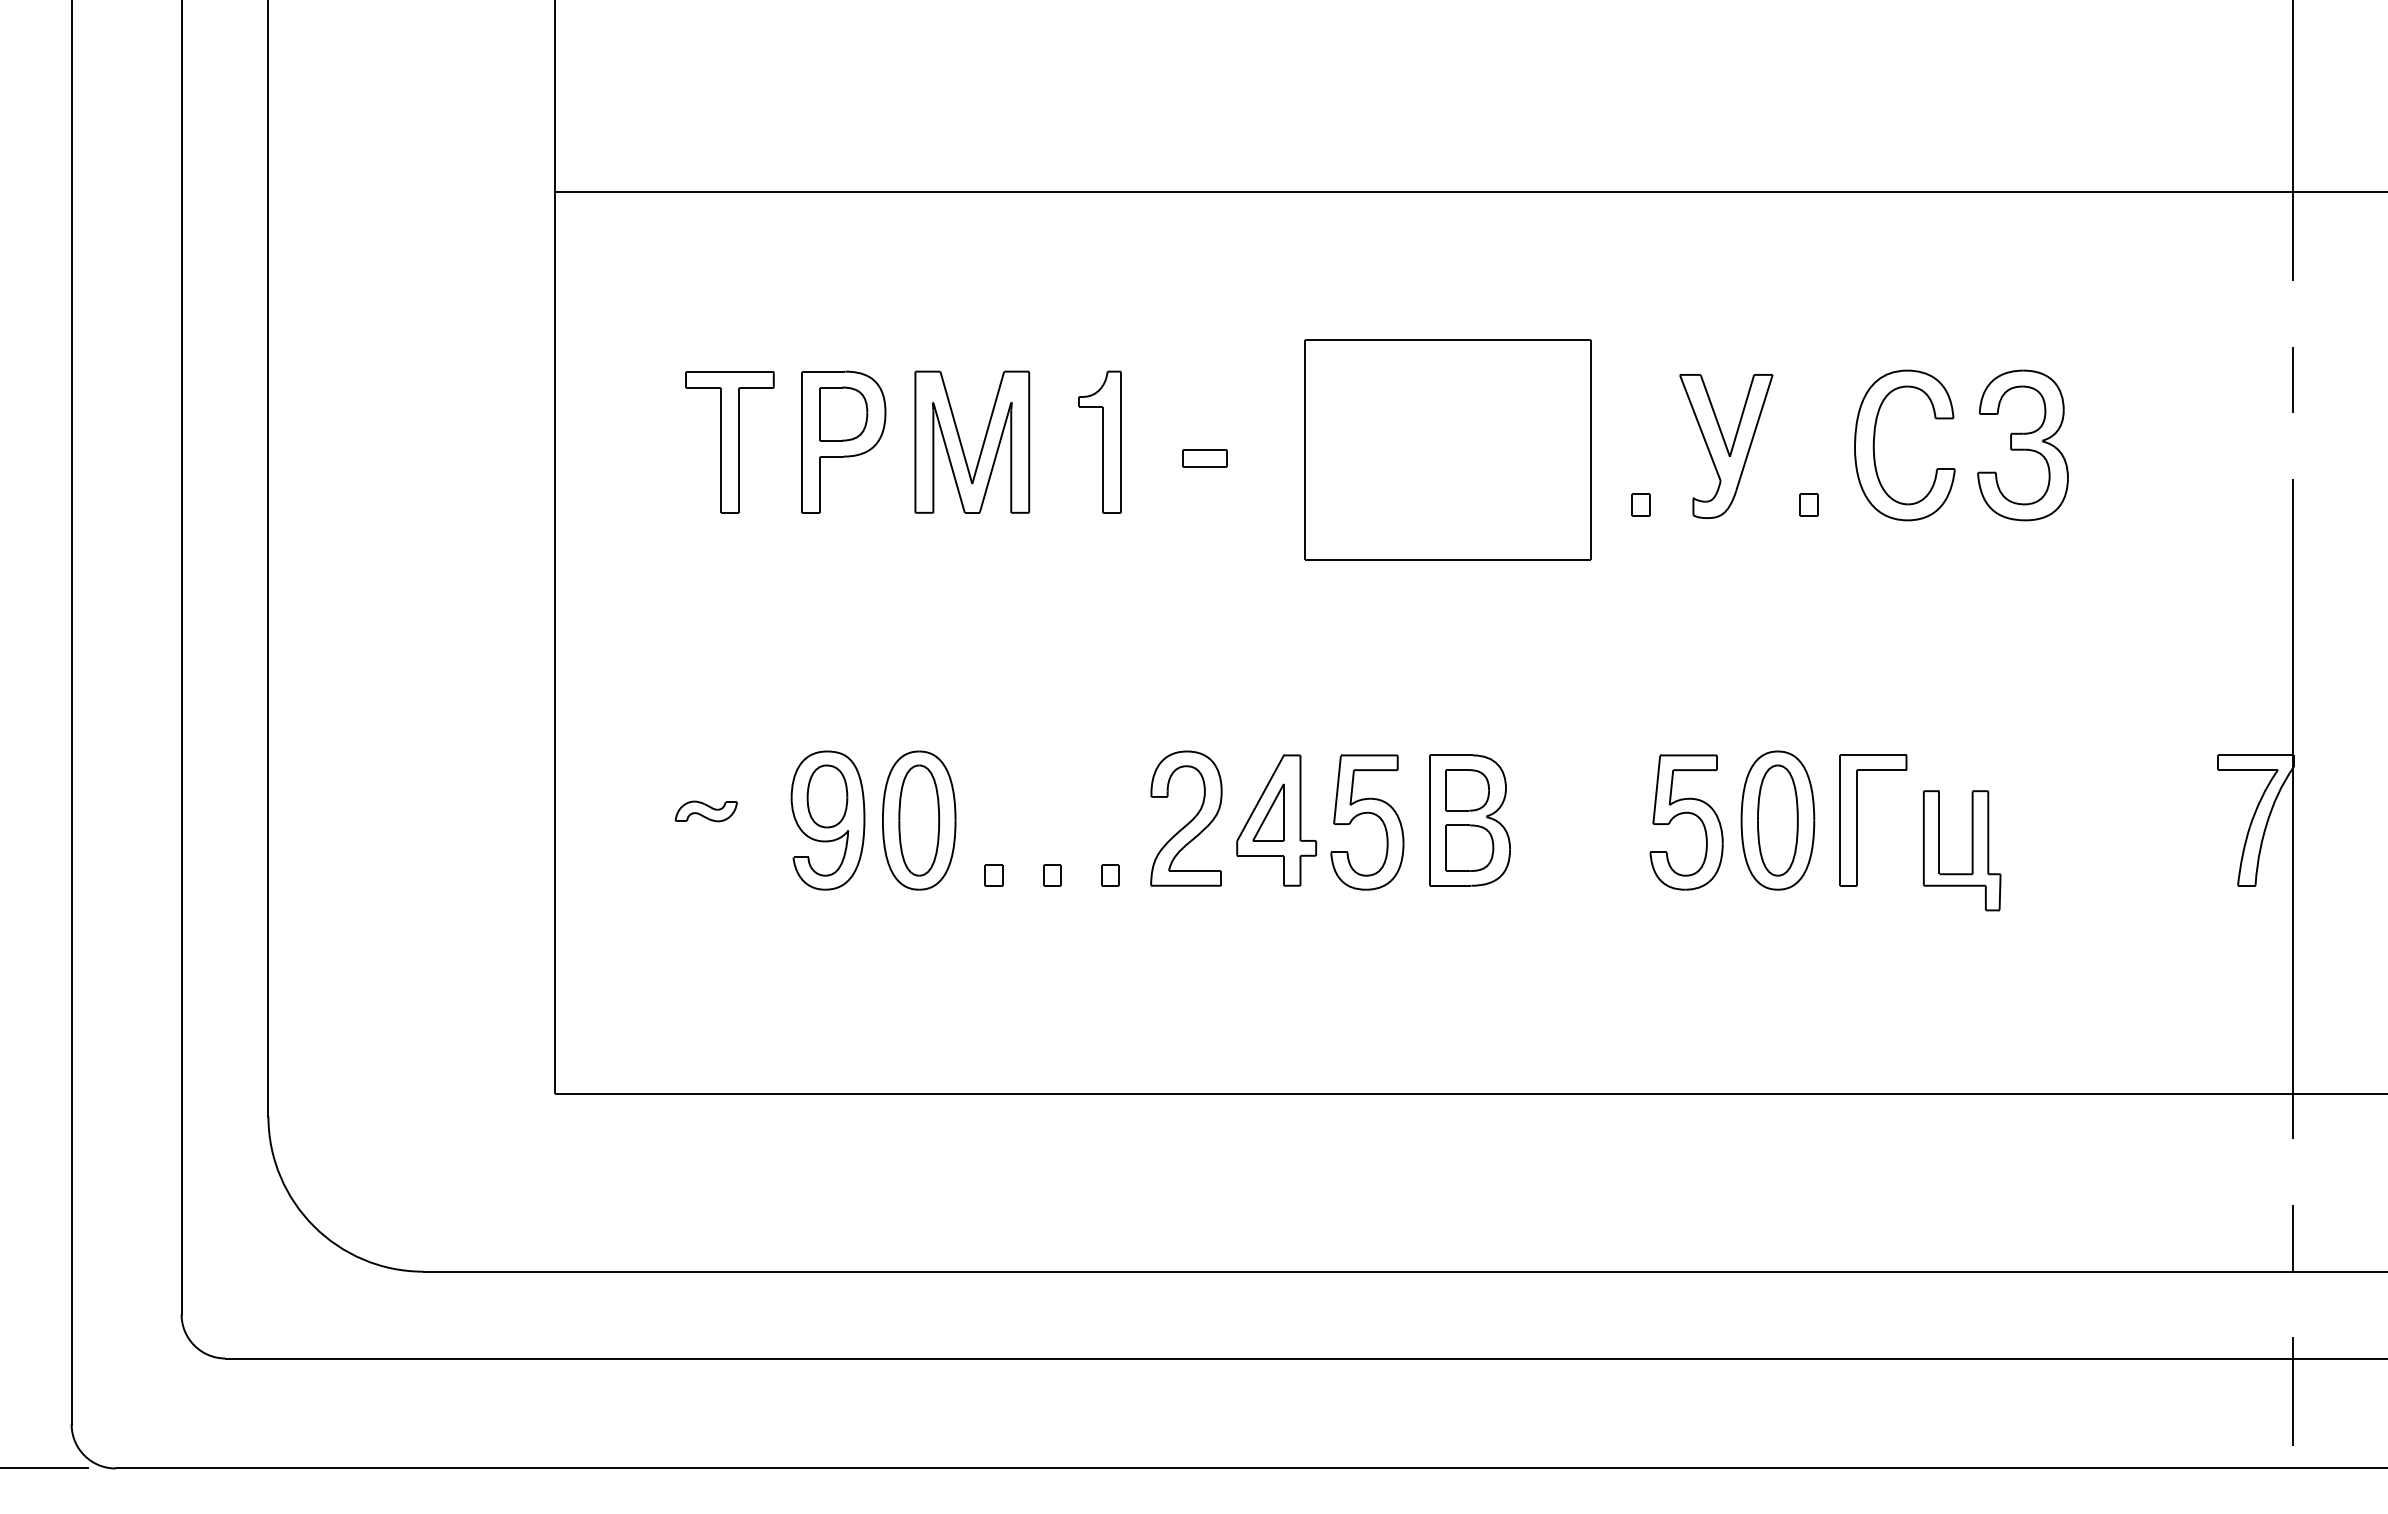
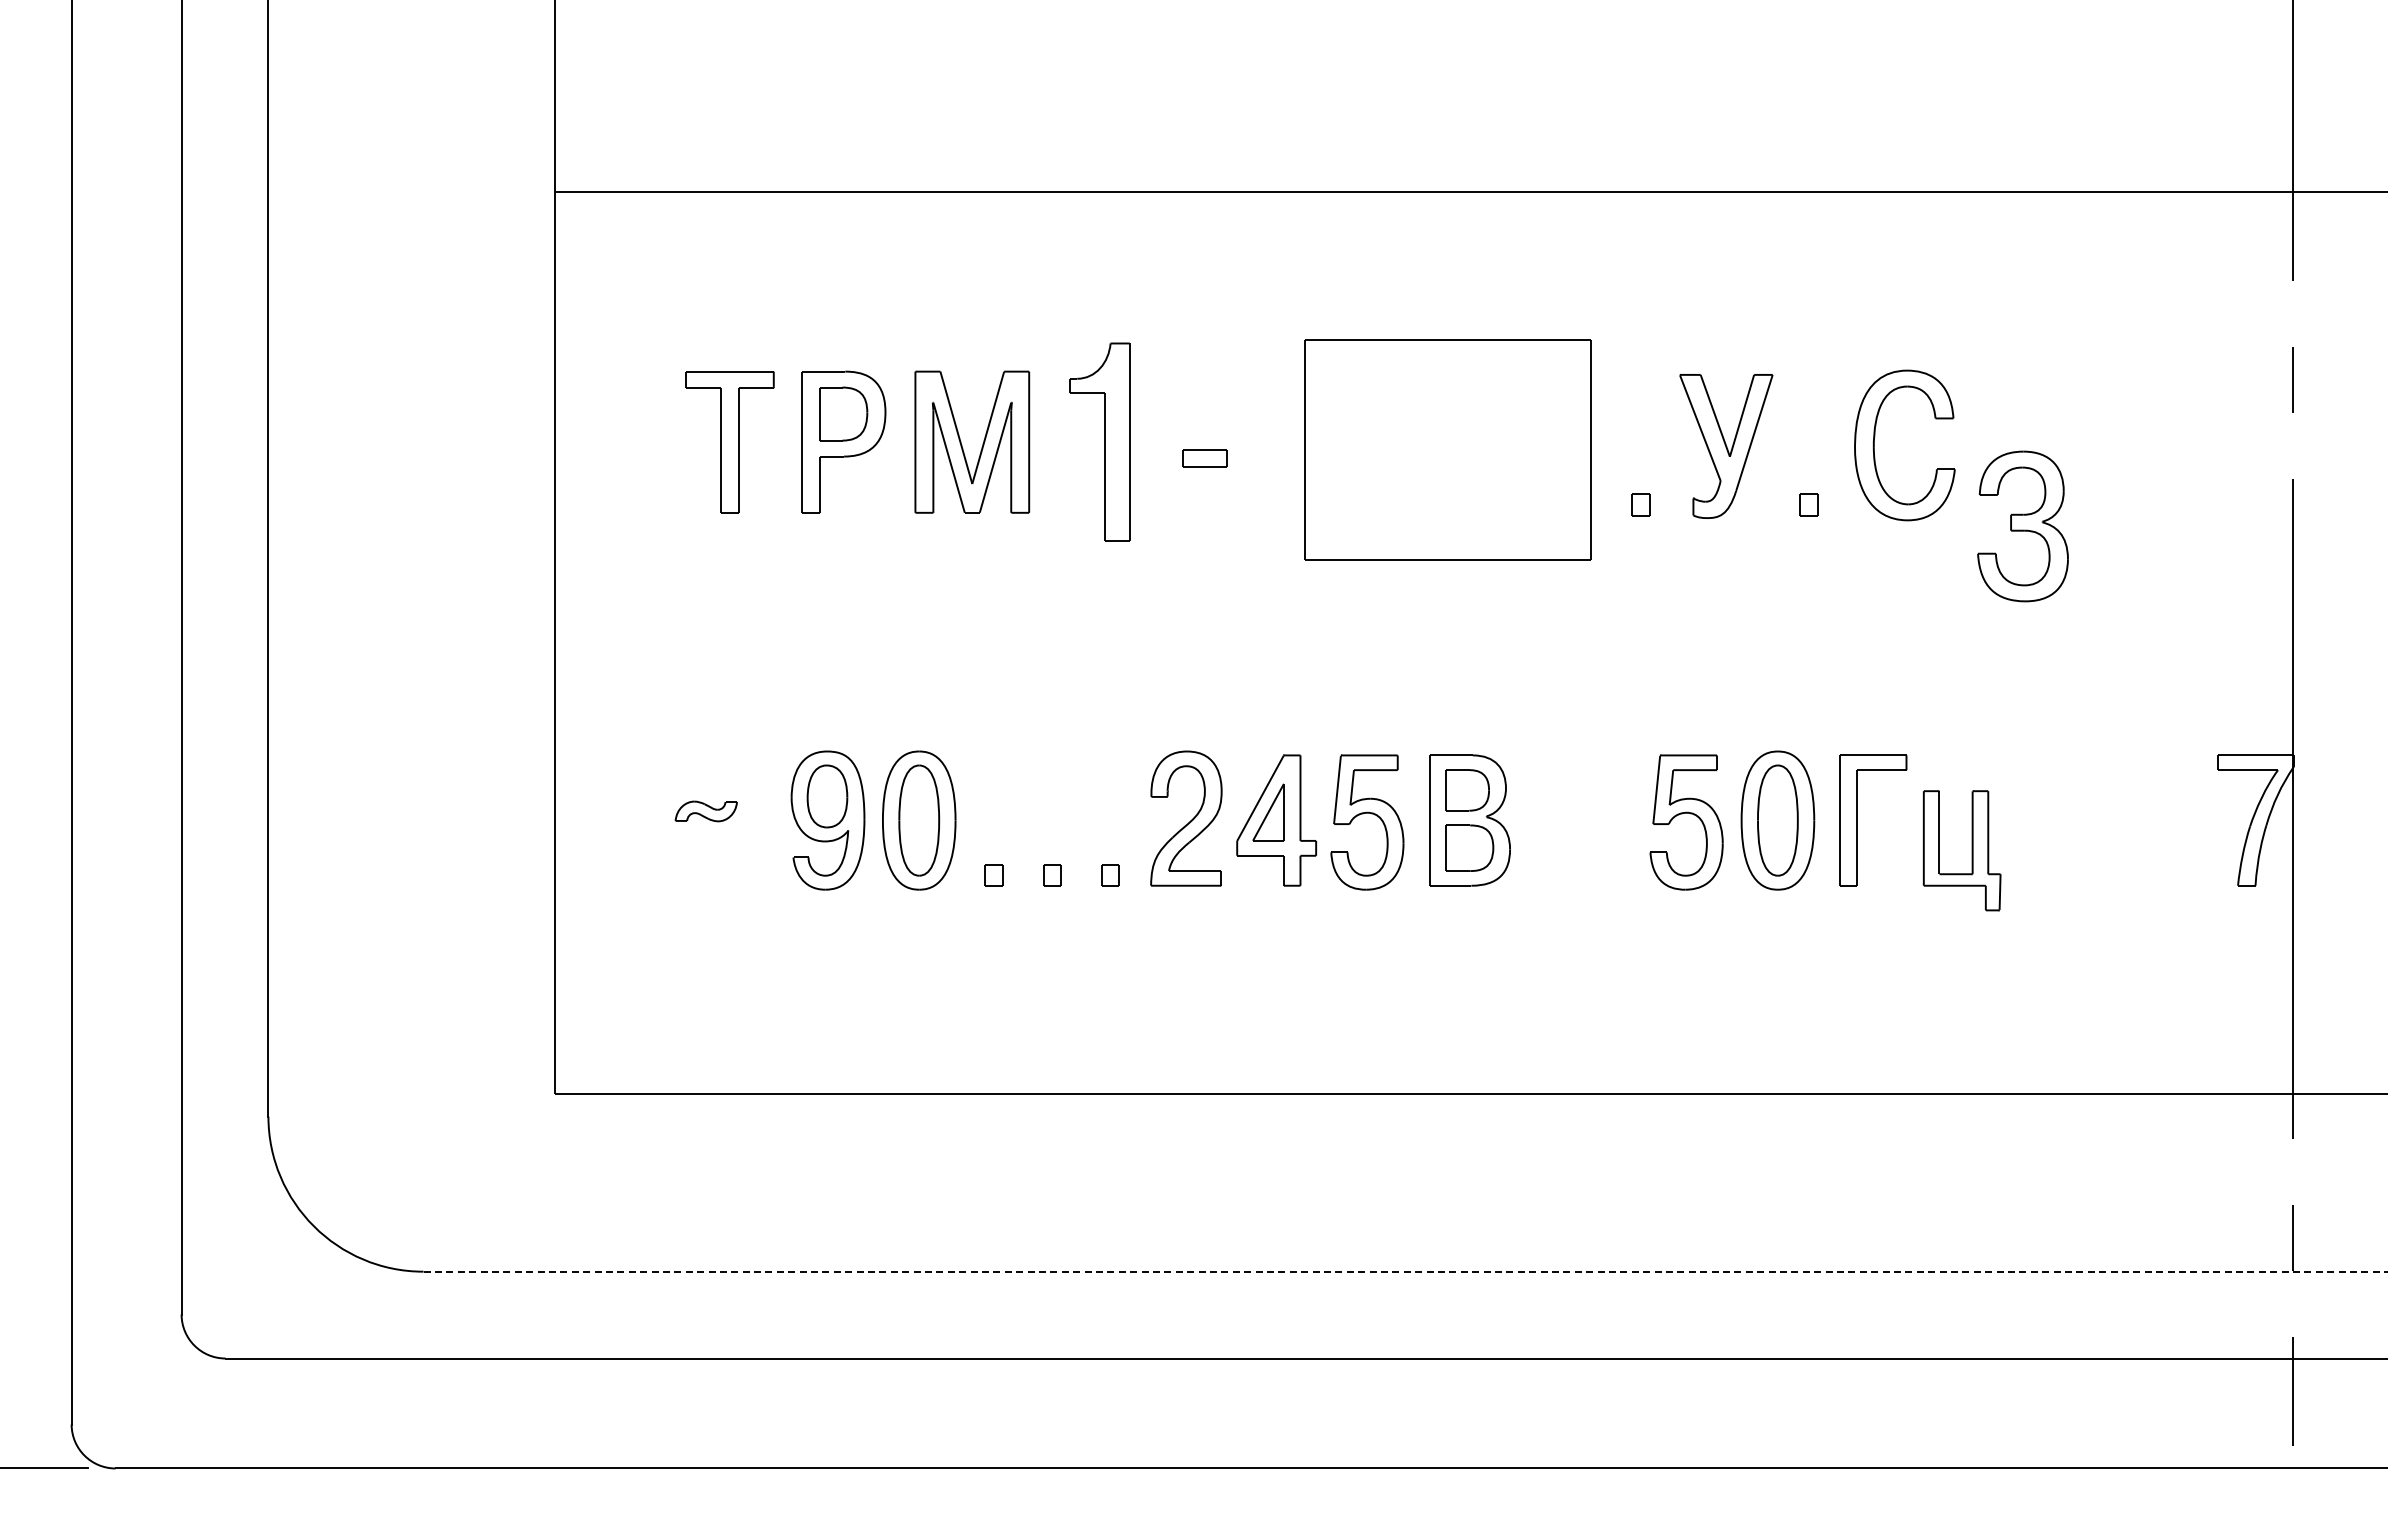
part at (1099, 441) size: 44x144 px -> 62x200 px
part at (2022, 445) position: (2022, 445) -> (2022, 526)
line at (1405, 1271): solid -> dashed
